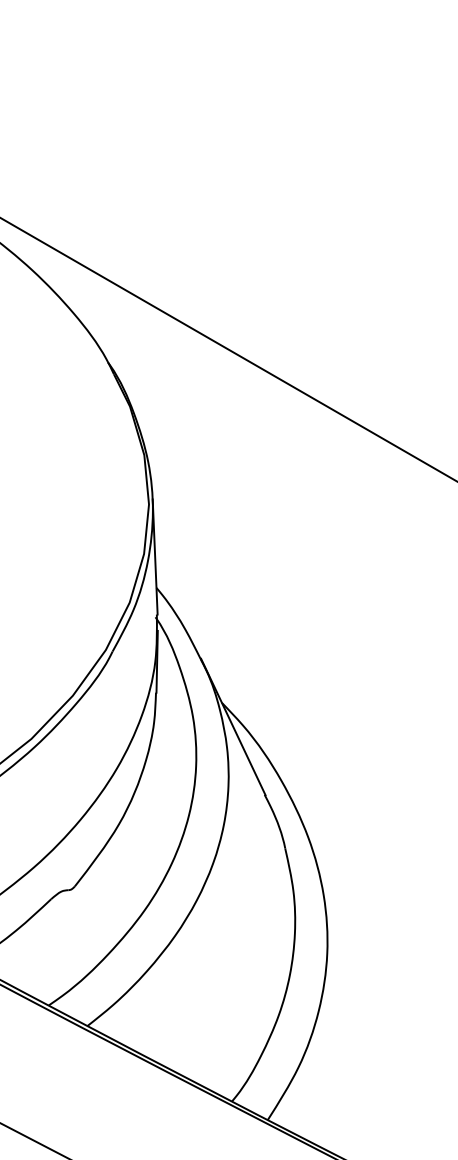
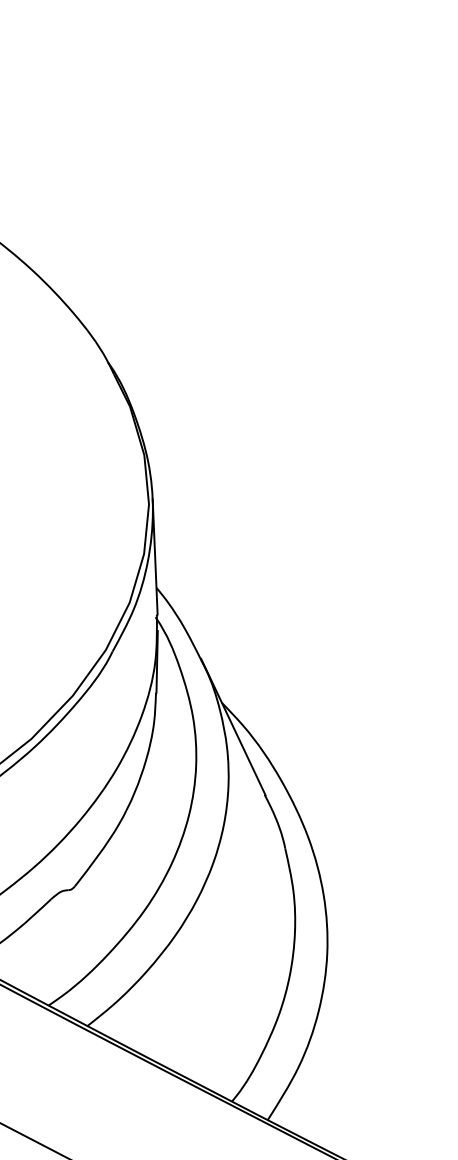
line at (228, 349): present -> none
